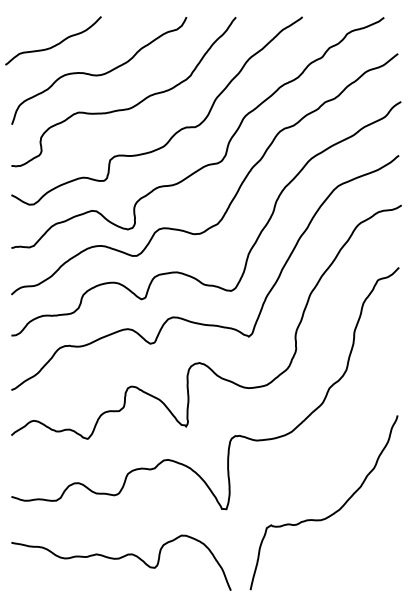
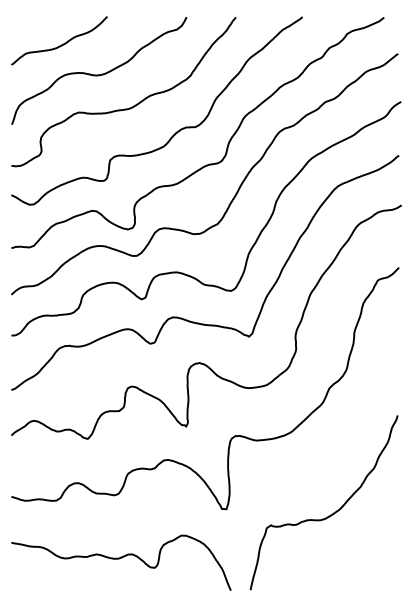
curve at (55, 44) position: (55, 44) -> (61, 44)
